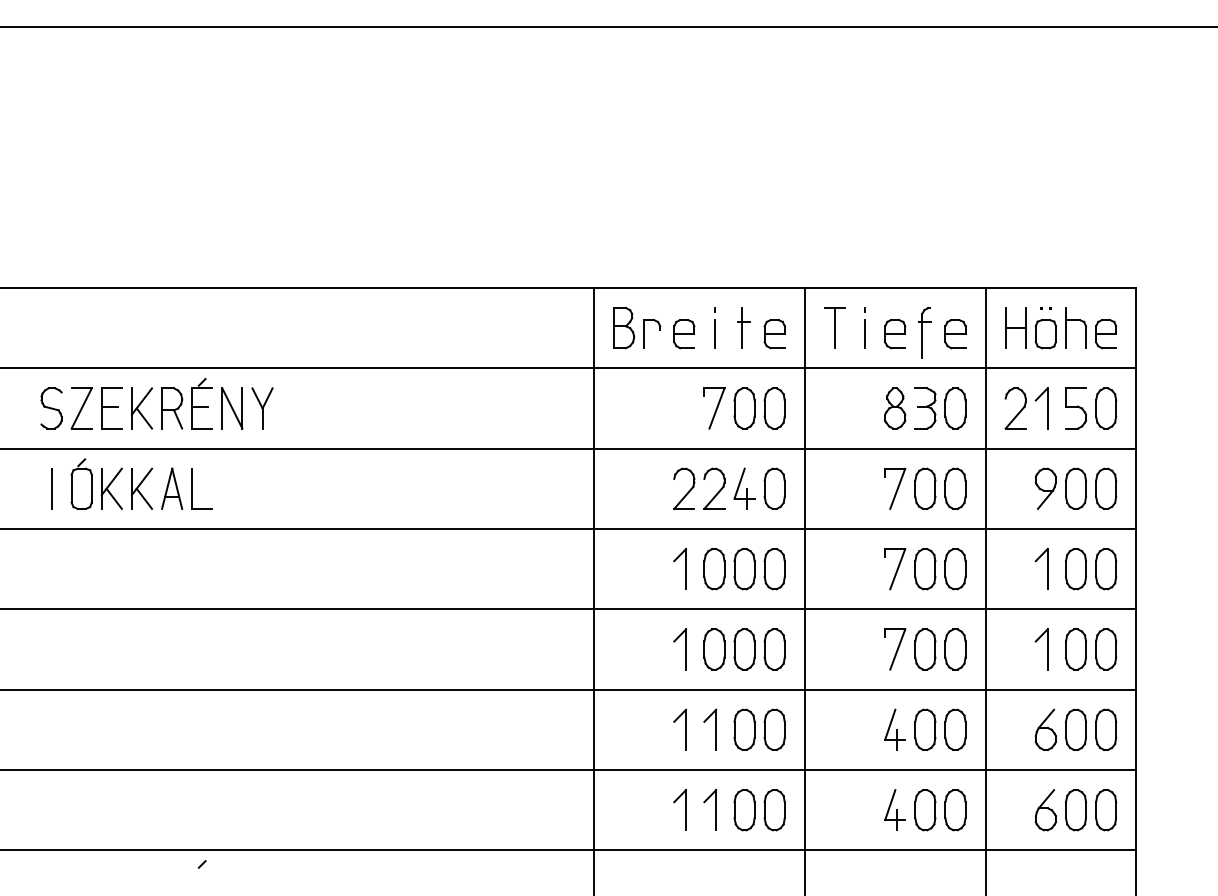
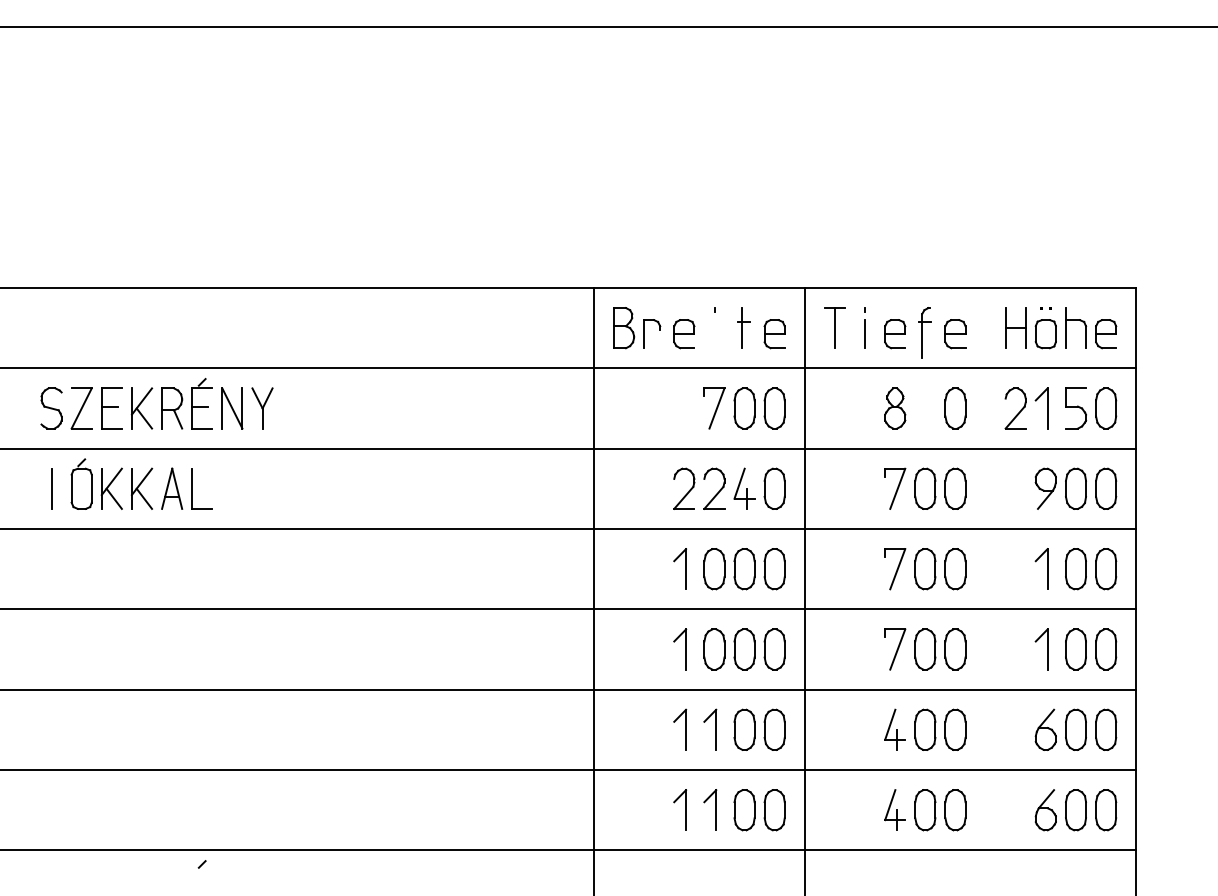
line at (714, 334): present -> none
part at (925, 408): present -> none
line at (985, 589): present -> none
